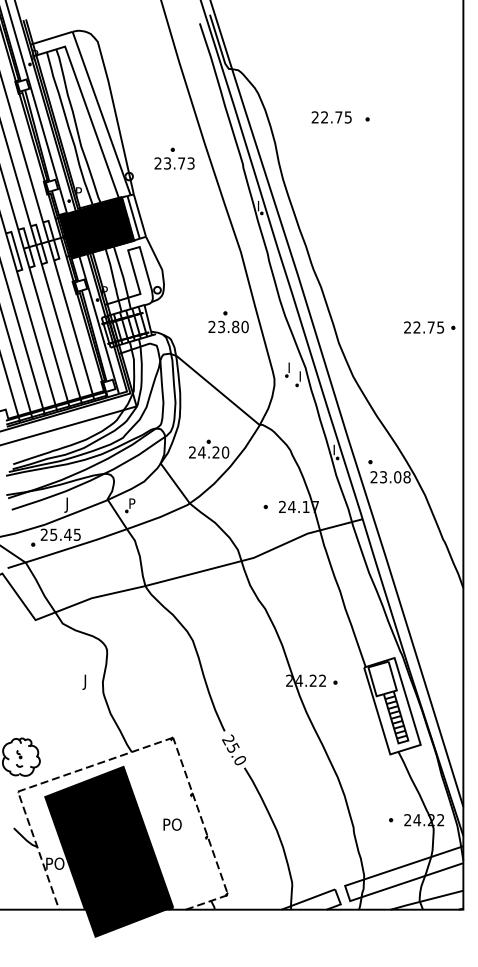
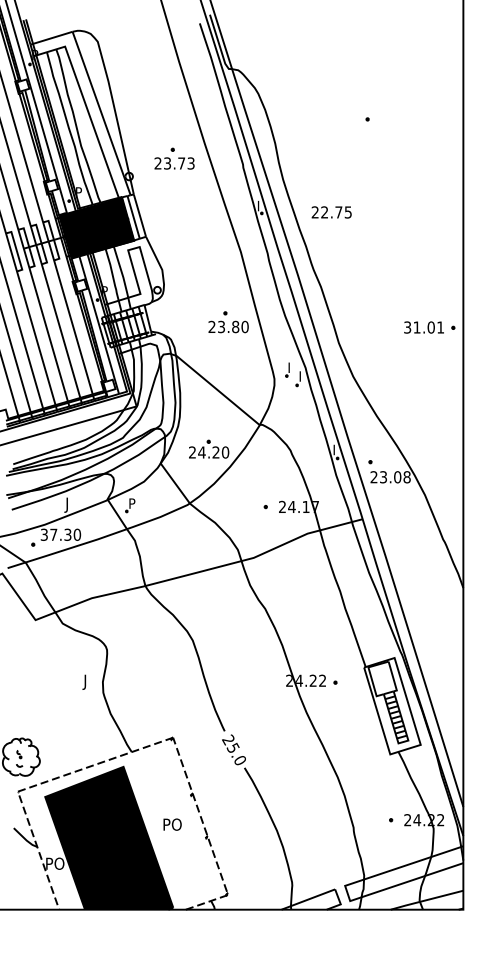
text at (331, 117) position: (331, 117) -> (331, 212)
text at (424, 327): 22.75 -> 31.01
text at (60, 534): 25.45 -> 37.30
fill at (126, 923): present -> none
